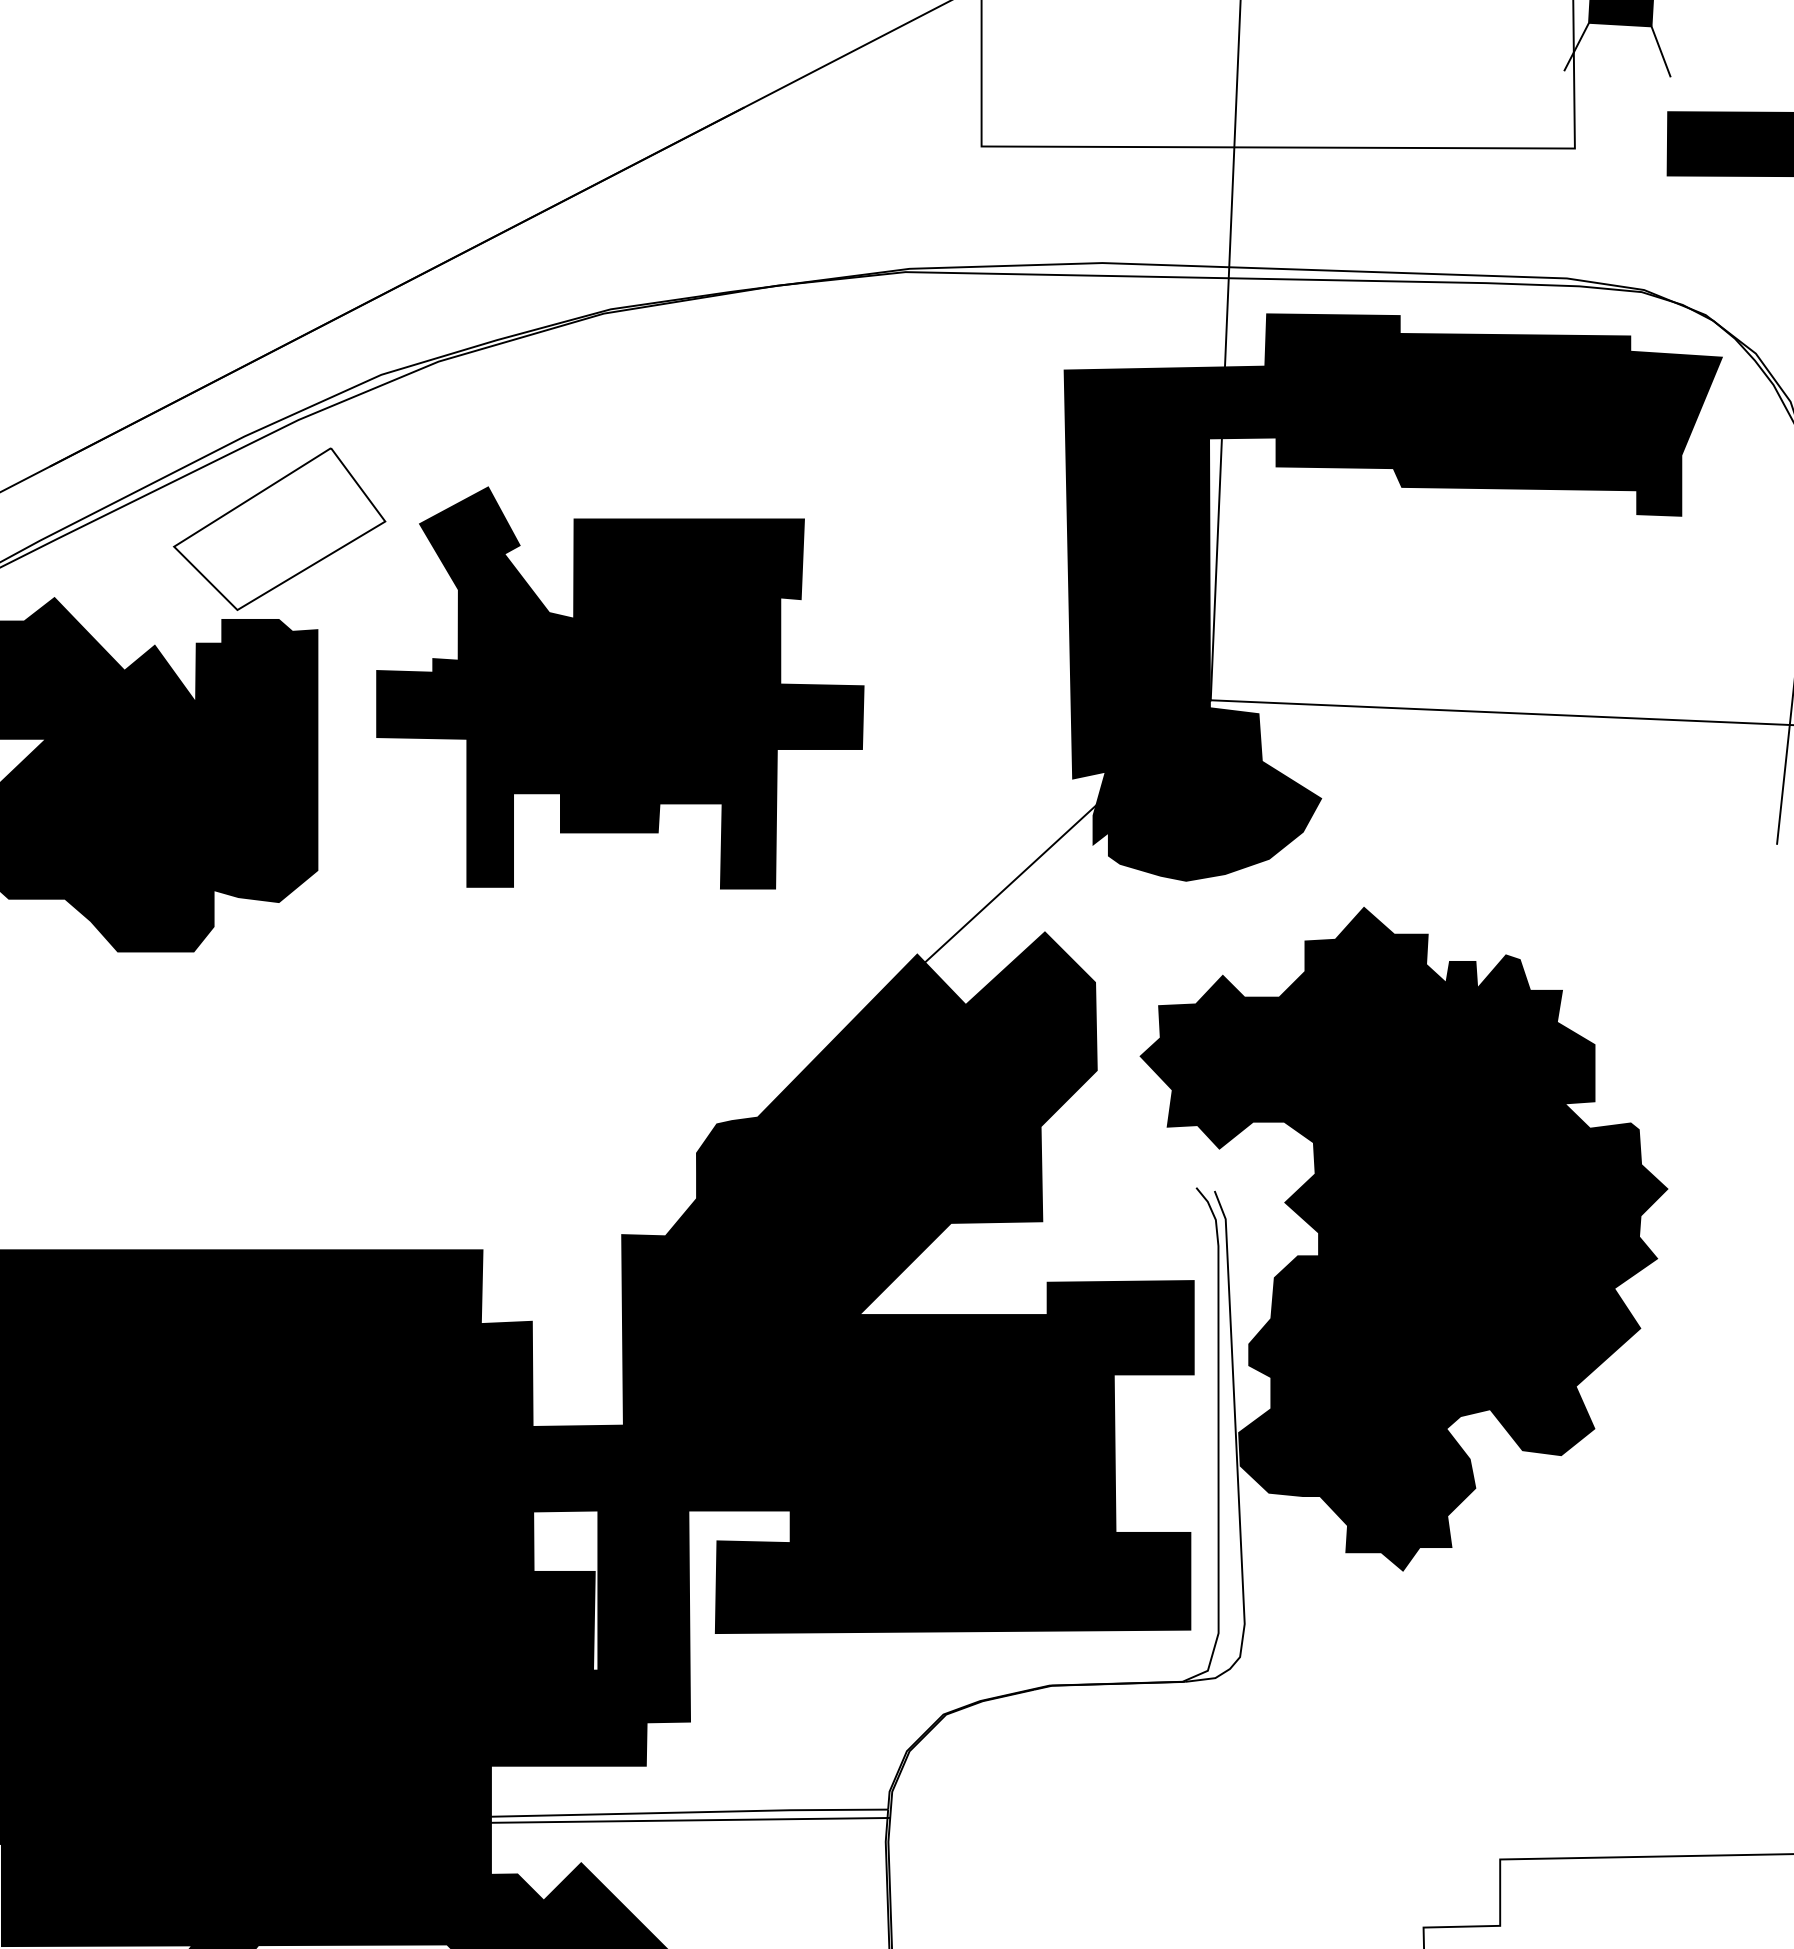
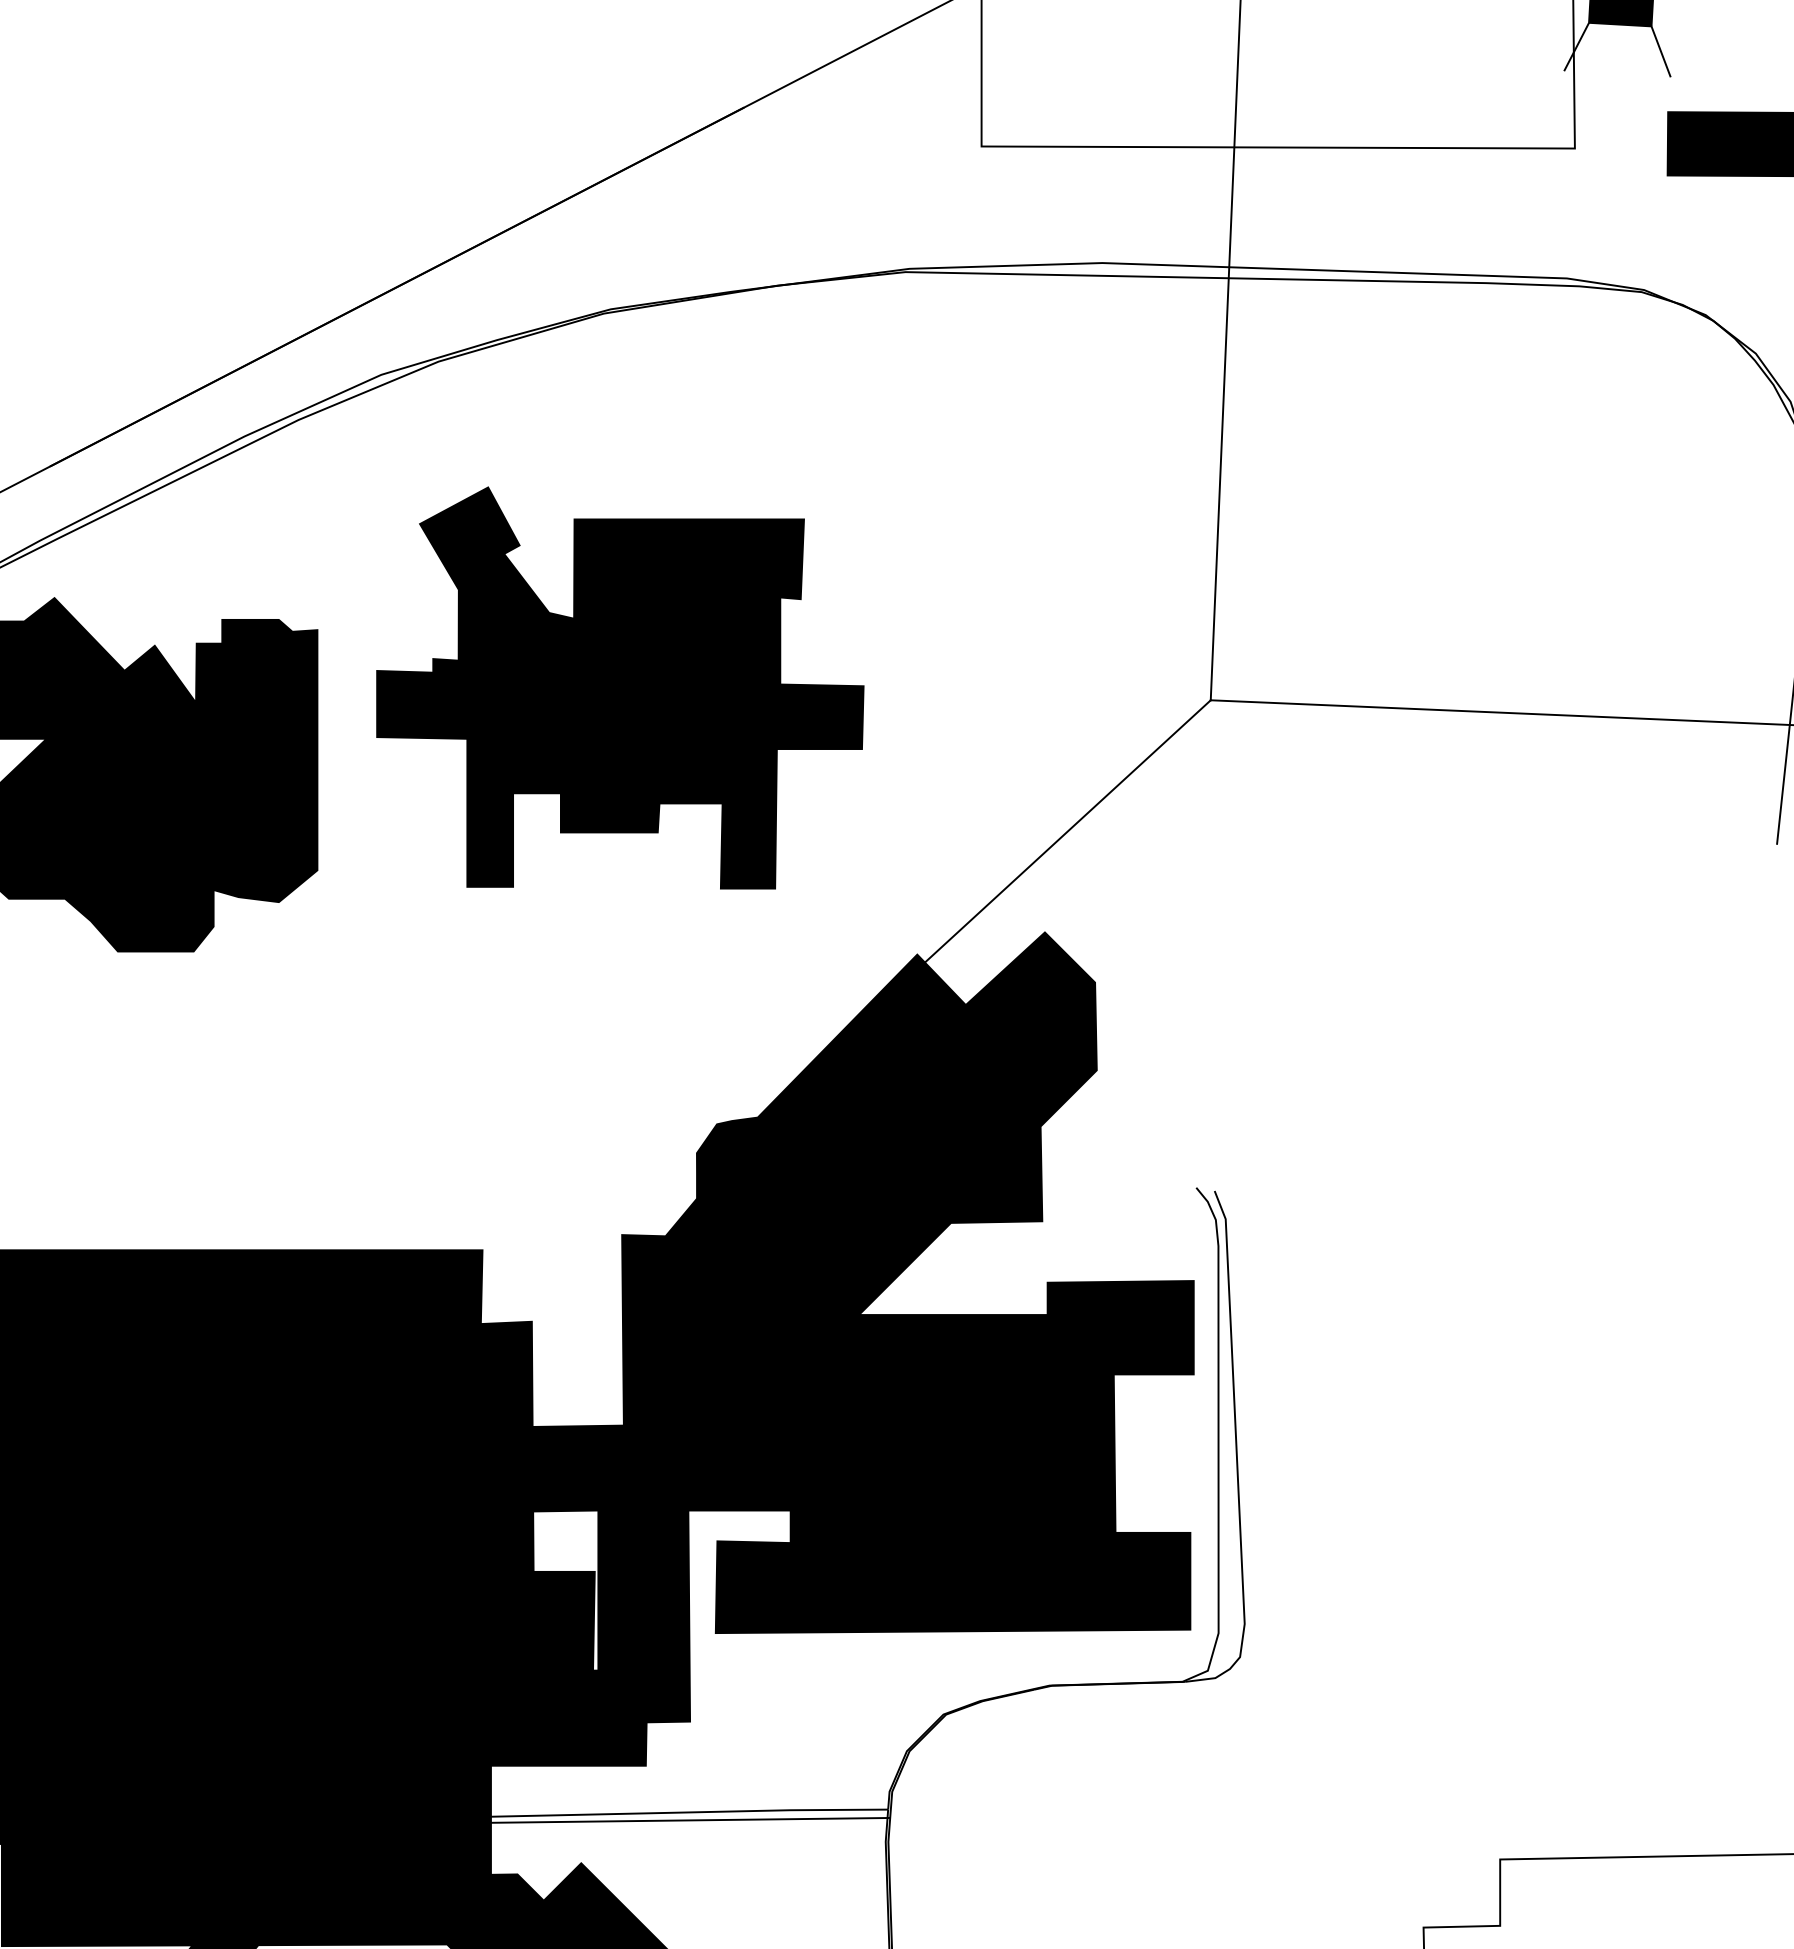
part at (279, 528): present -> none
fill at (1393, 597): present -> none
fill at (1403, 1238): present -> none
